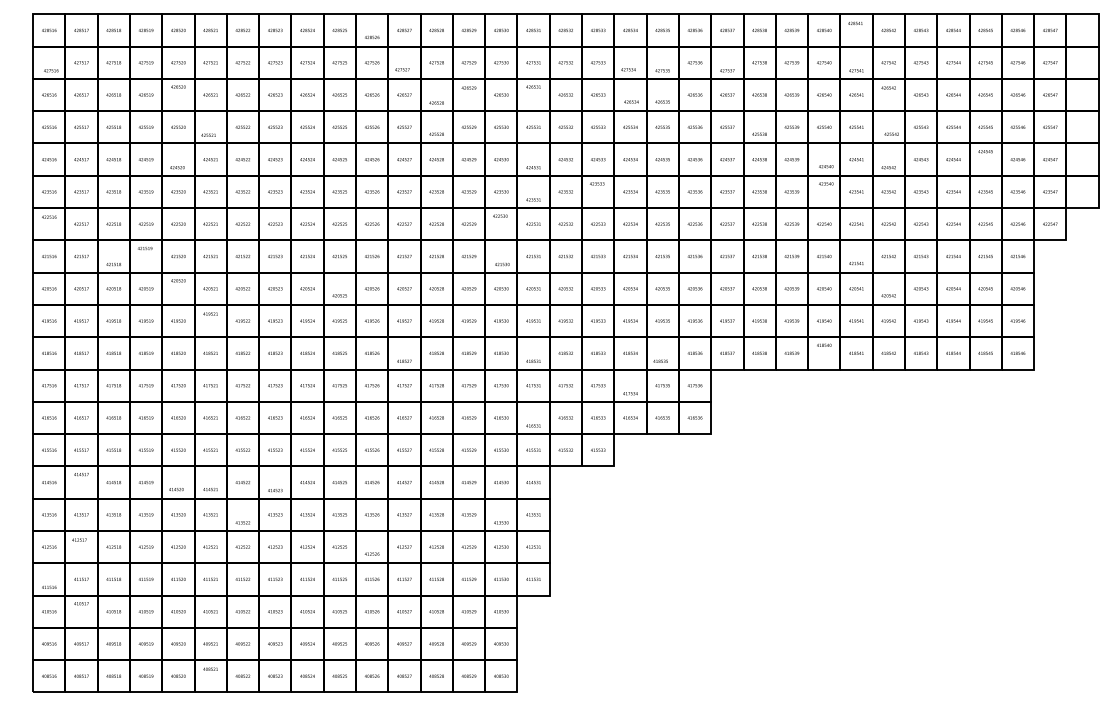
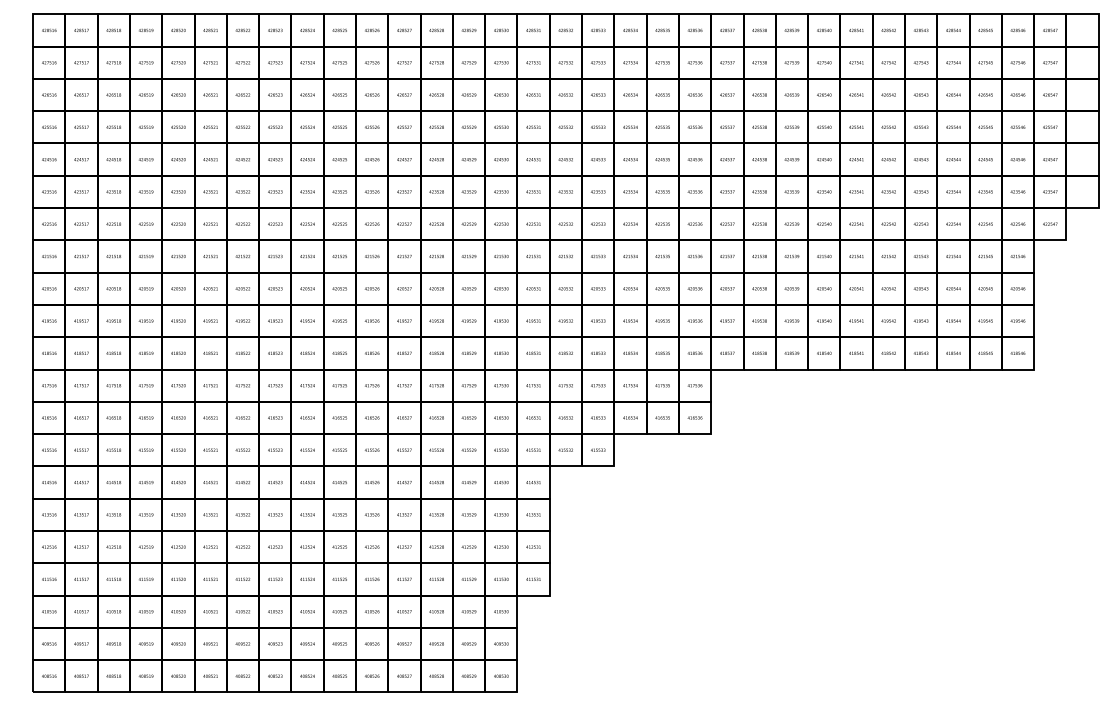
text at (855, 22) position: (855, 22) -> (856, 29)
text at (372, 36) position: (372, 36) -> (372, 29)
text at (402, 69) position: (402, 69) -> (404, 62)
text at (628, 69) position: (628, 69) -> (630, 62)
text at (51, 70) position: (51, 70) -> (49, 62)
text at (662, 70) position: (662, 70) -> (662, 62)
text at (727, 70) position: (727, 70) -> (727, 62)
text at (856, 70) position: (856, 70) -> (856, 62)
text at (178, 86) position: (178, 86) -> (178, 94)
text at (533, 86) position: (533, 86) -> (533, 94)
text at (468, 87) position: (468, 87) -> (468, 94)
text at (888, 87) position: (888, 87) -> (888, 94)
text at (631, 101) position: (631, 101) -> (630, 94)
text at (662, 101) position: (662, 101) -> (662, 94)
text at (436, 102) position: (436, 102) -> (436, 94)
text at (436, 133) position: (436, 133) -> (436, 126)
text at (759, 133) position: (759, 133) -> (759, 126)
text at (891, 133) position: (891, 133) -> (888, 126)
text at (208, 134) position: (208, 134) -> (210, 126)
text at (985, 151) position: (985, 151) -> (985, 159)
text at (826, 166) position: (826, 166) -> (824, 159)
text at (177, 167) position: (177, 167) -> (178, 159)
text at (533, 167) position: (533, 167) -> (533, 159)
text at (888, 167) position: (888, 167) -> (888, 159)
text at (597, 183) position: (597, 183) -> (598, 191)
text at (826, 183) position: (826, 183) -> (824, 191)
text at (533, 199) position: (533, 199) -> (533, 191)
text at (500, 215) position: (500, 215) -> (501, 223)
text at (49, 216) position: (49, 216) -> (49, 223)
text at (145, 248) position: (145, 248) -> (146, 256)
text at (856, 263) position: (856, 263) -> (856, 256)
text at (113, 264) position: (113, 264) -> (113, 256)
text at (502, 264) position: (502, 264) -> (501, 256)
text at (178, 280) position: (178, 280) -> (178, 288)
text at (339, 295) position: (339, 295) -> (339, 288)
text at (888, 295) position: (888, 295) -> (888, 288)
text at (210, 313) position: (210, 313) -> (210, 320)
text at (824, 344) position: (824, 344) -> (824, 352)
text at (404, 360) position: (404, 360) -> (404, 352)
text at (533, 360) position: (533, 360) -> (533, 352)
text at (660, 360) position: (660, 360) -> (662, 352)
text at (630, 393) position: (630, 393) -> (630, 385)
text at (533, 425) position: (533, 425) -> (533, 417)
text at (81, 474) position: (81, 474) -> (81, 482)
text at (176, 489) position: (176, 489) -> (178, 482)
text at (210, 489) position: (210, 489) -> (210, 482)
text at (275, 490) position: (275, 490) -> (275, 482)
text at (242, 522) position: (242, 522) -> (242, 514)
text at (501, 522) position: (501, 522) -> (501, 514)
text at (79, 539) position: (79, 539) -> (81, 546)
text at (371, 553) position: (371, 553) -> (371, 546)
text at (49, 586) position: (49, 586) -> (49, 578)
text at (81, 603) position: (81, 603) -> (81, 611)
text at (210, 668) position: (210, 668) -> (210, 675)
